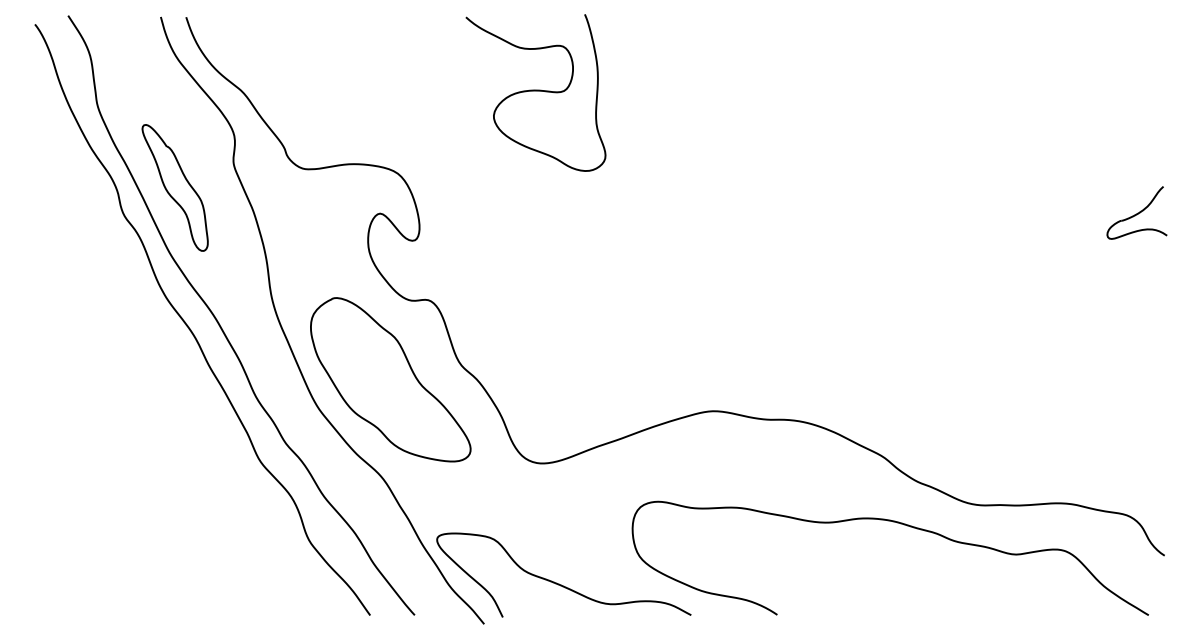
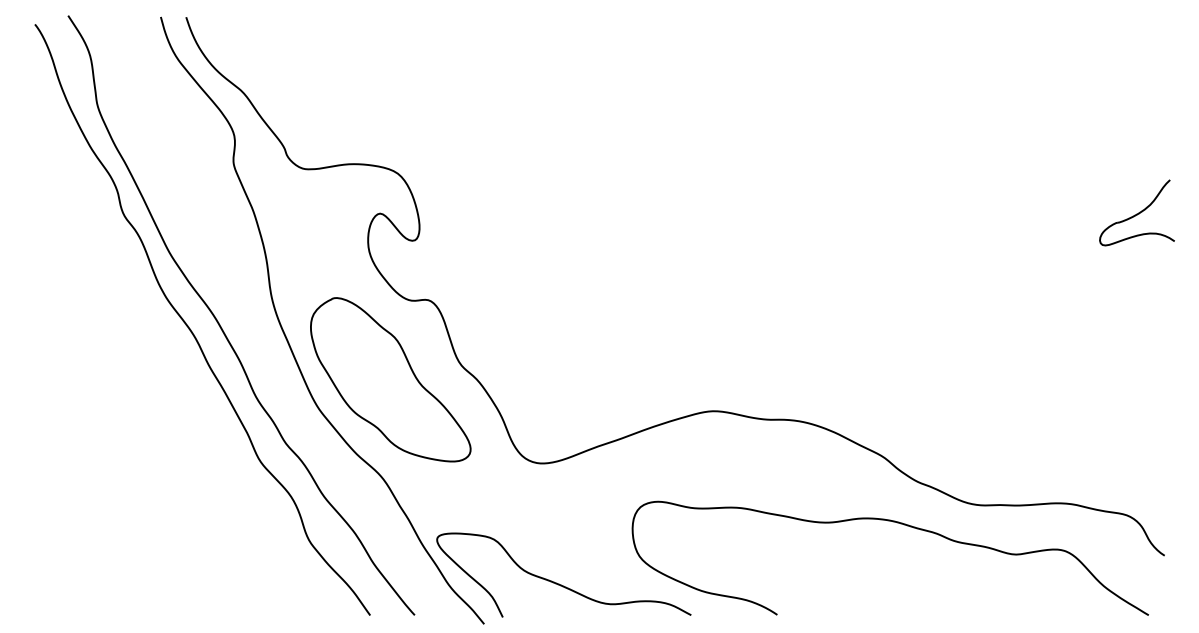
curve at (535, 91): present -> none
part at (174, 187): present -> none
part at (1136, 212) size: 62x54 px -> 76x68 px
